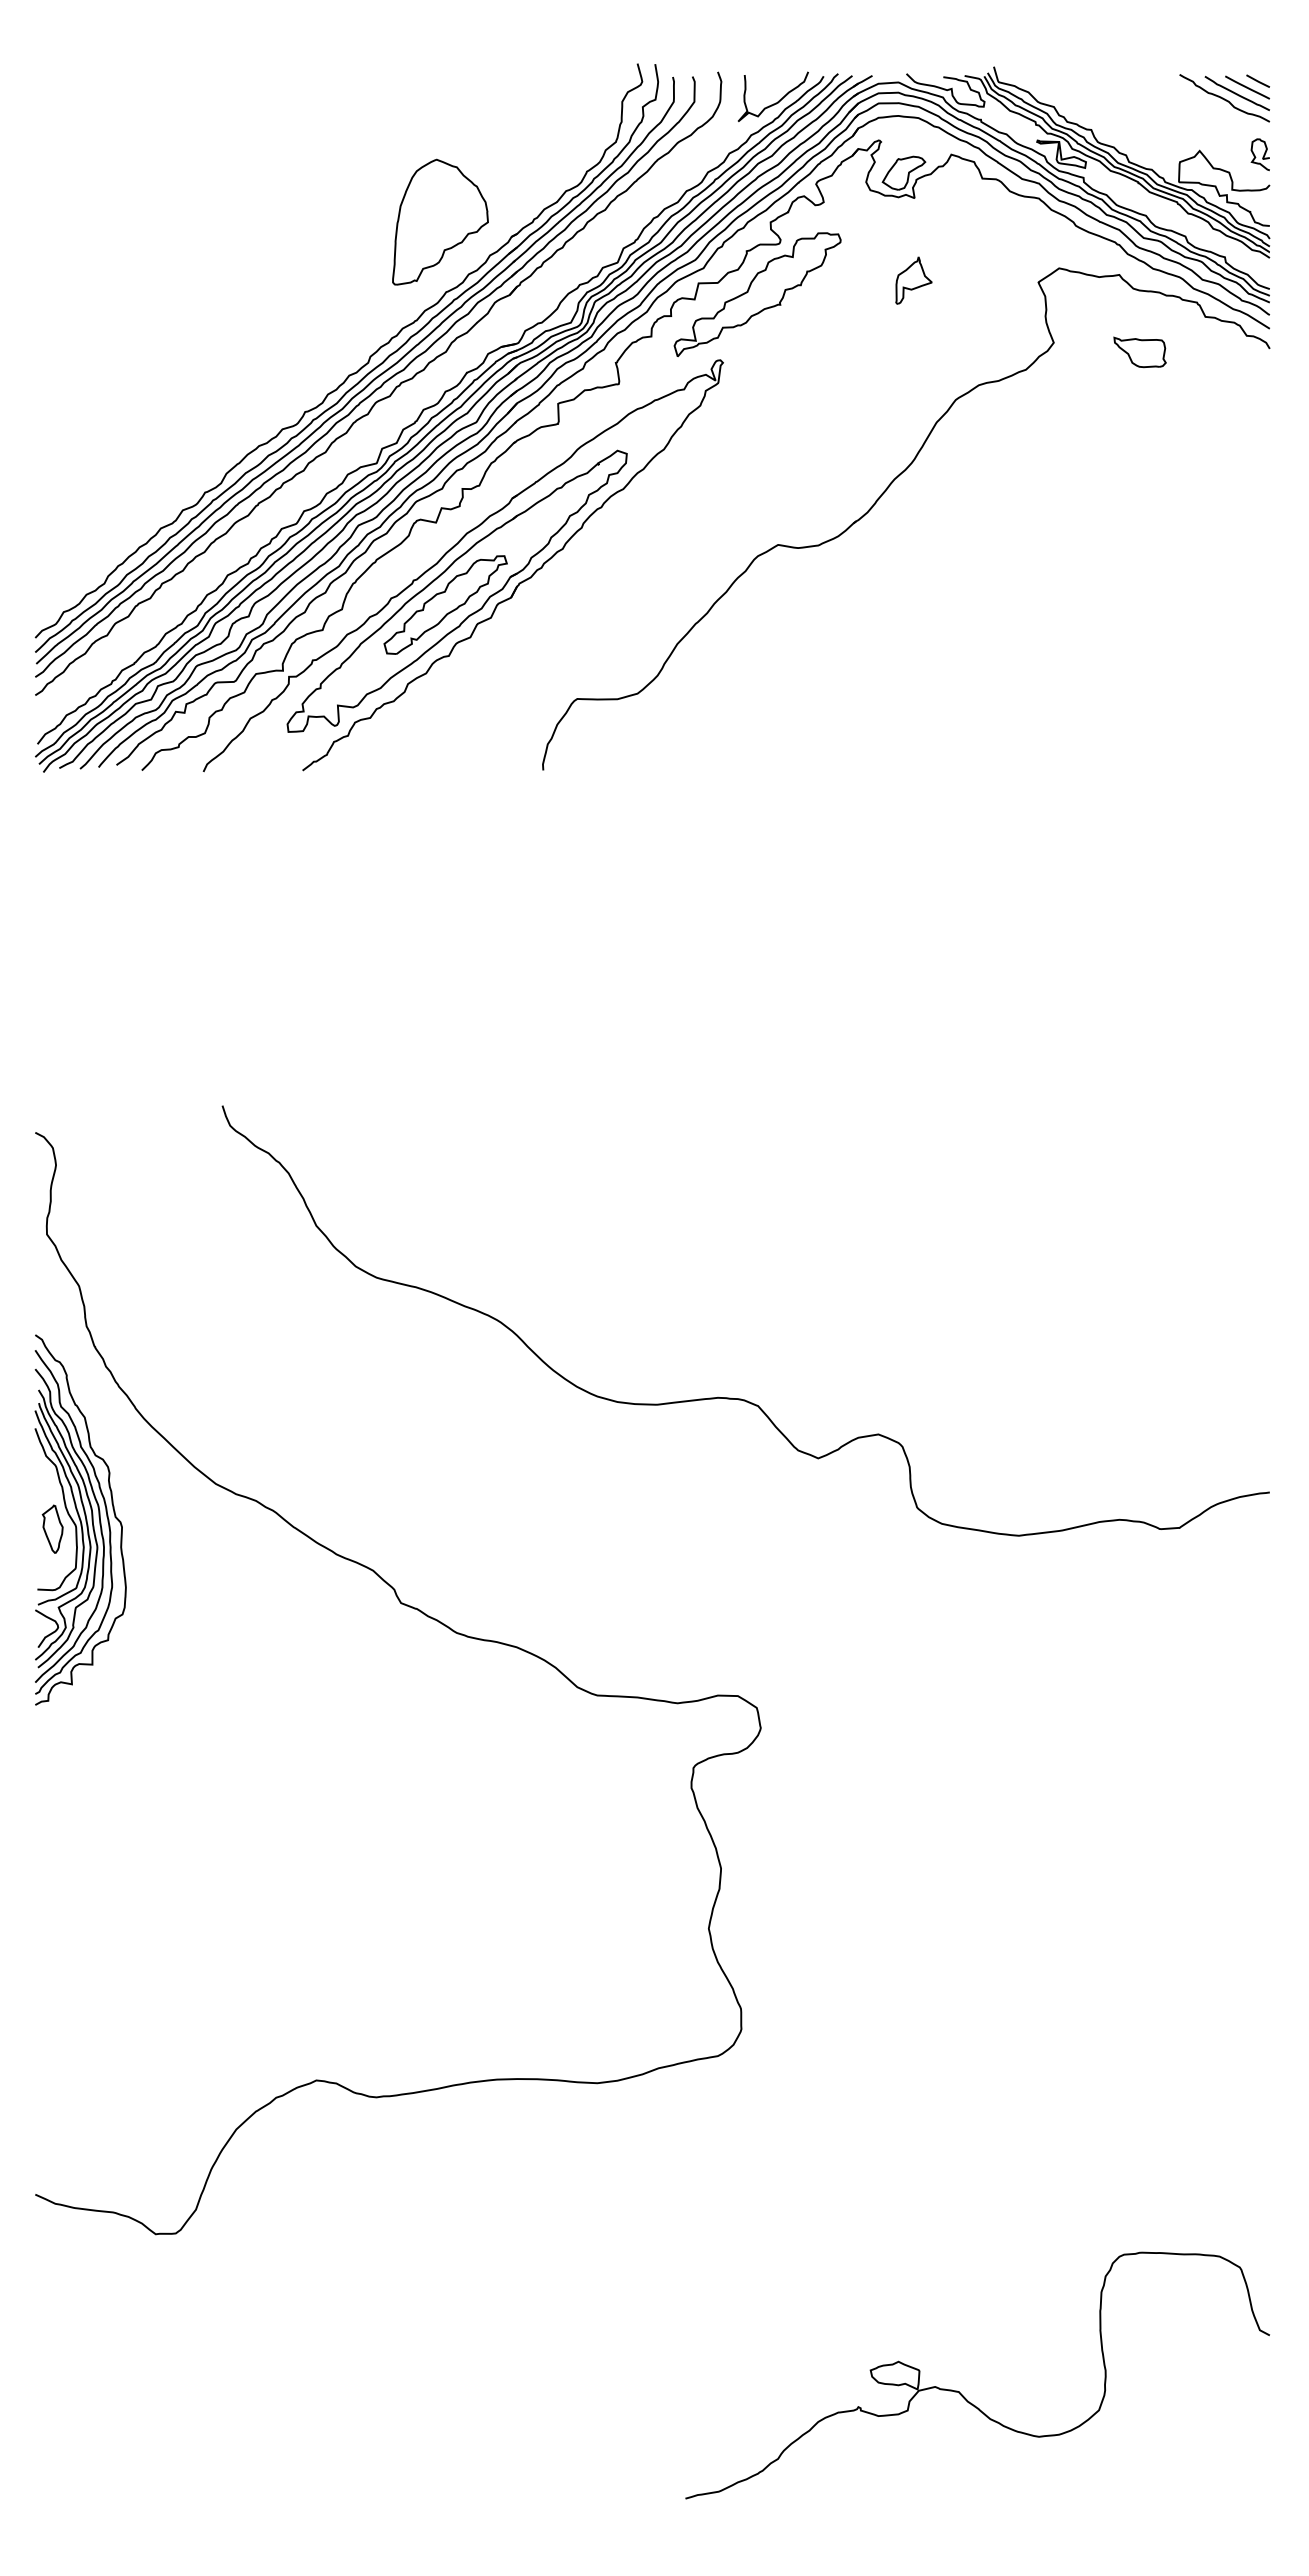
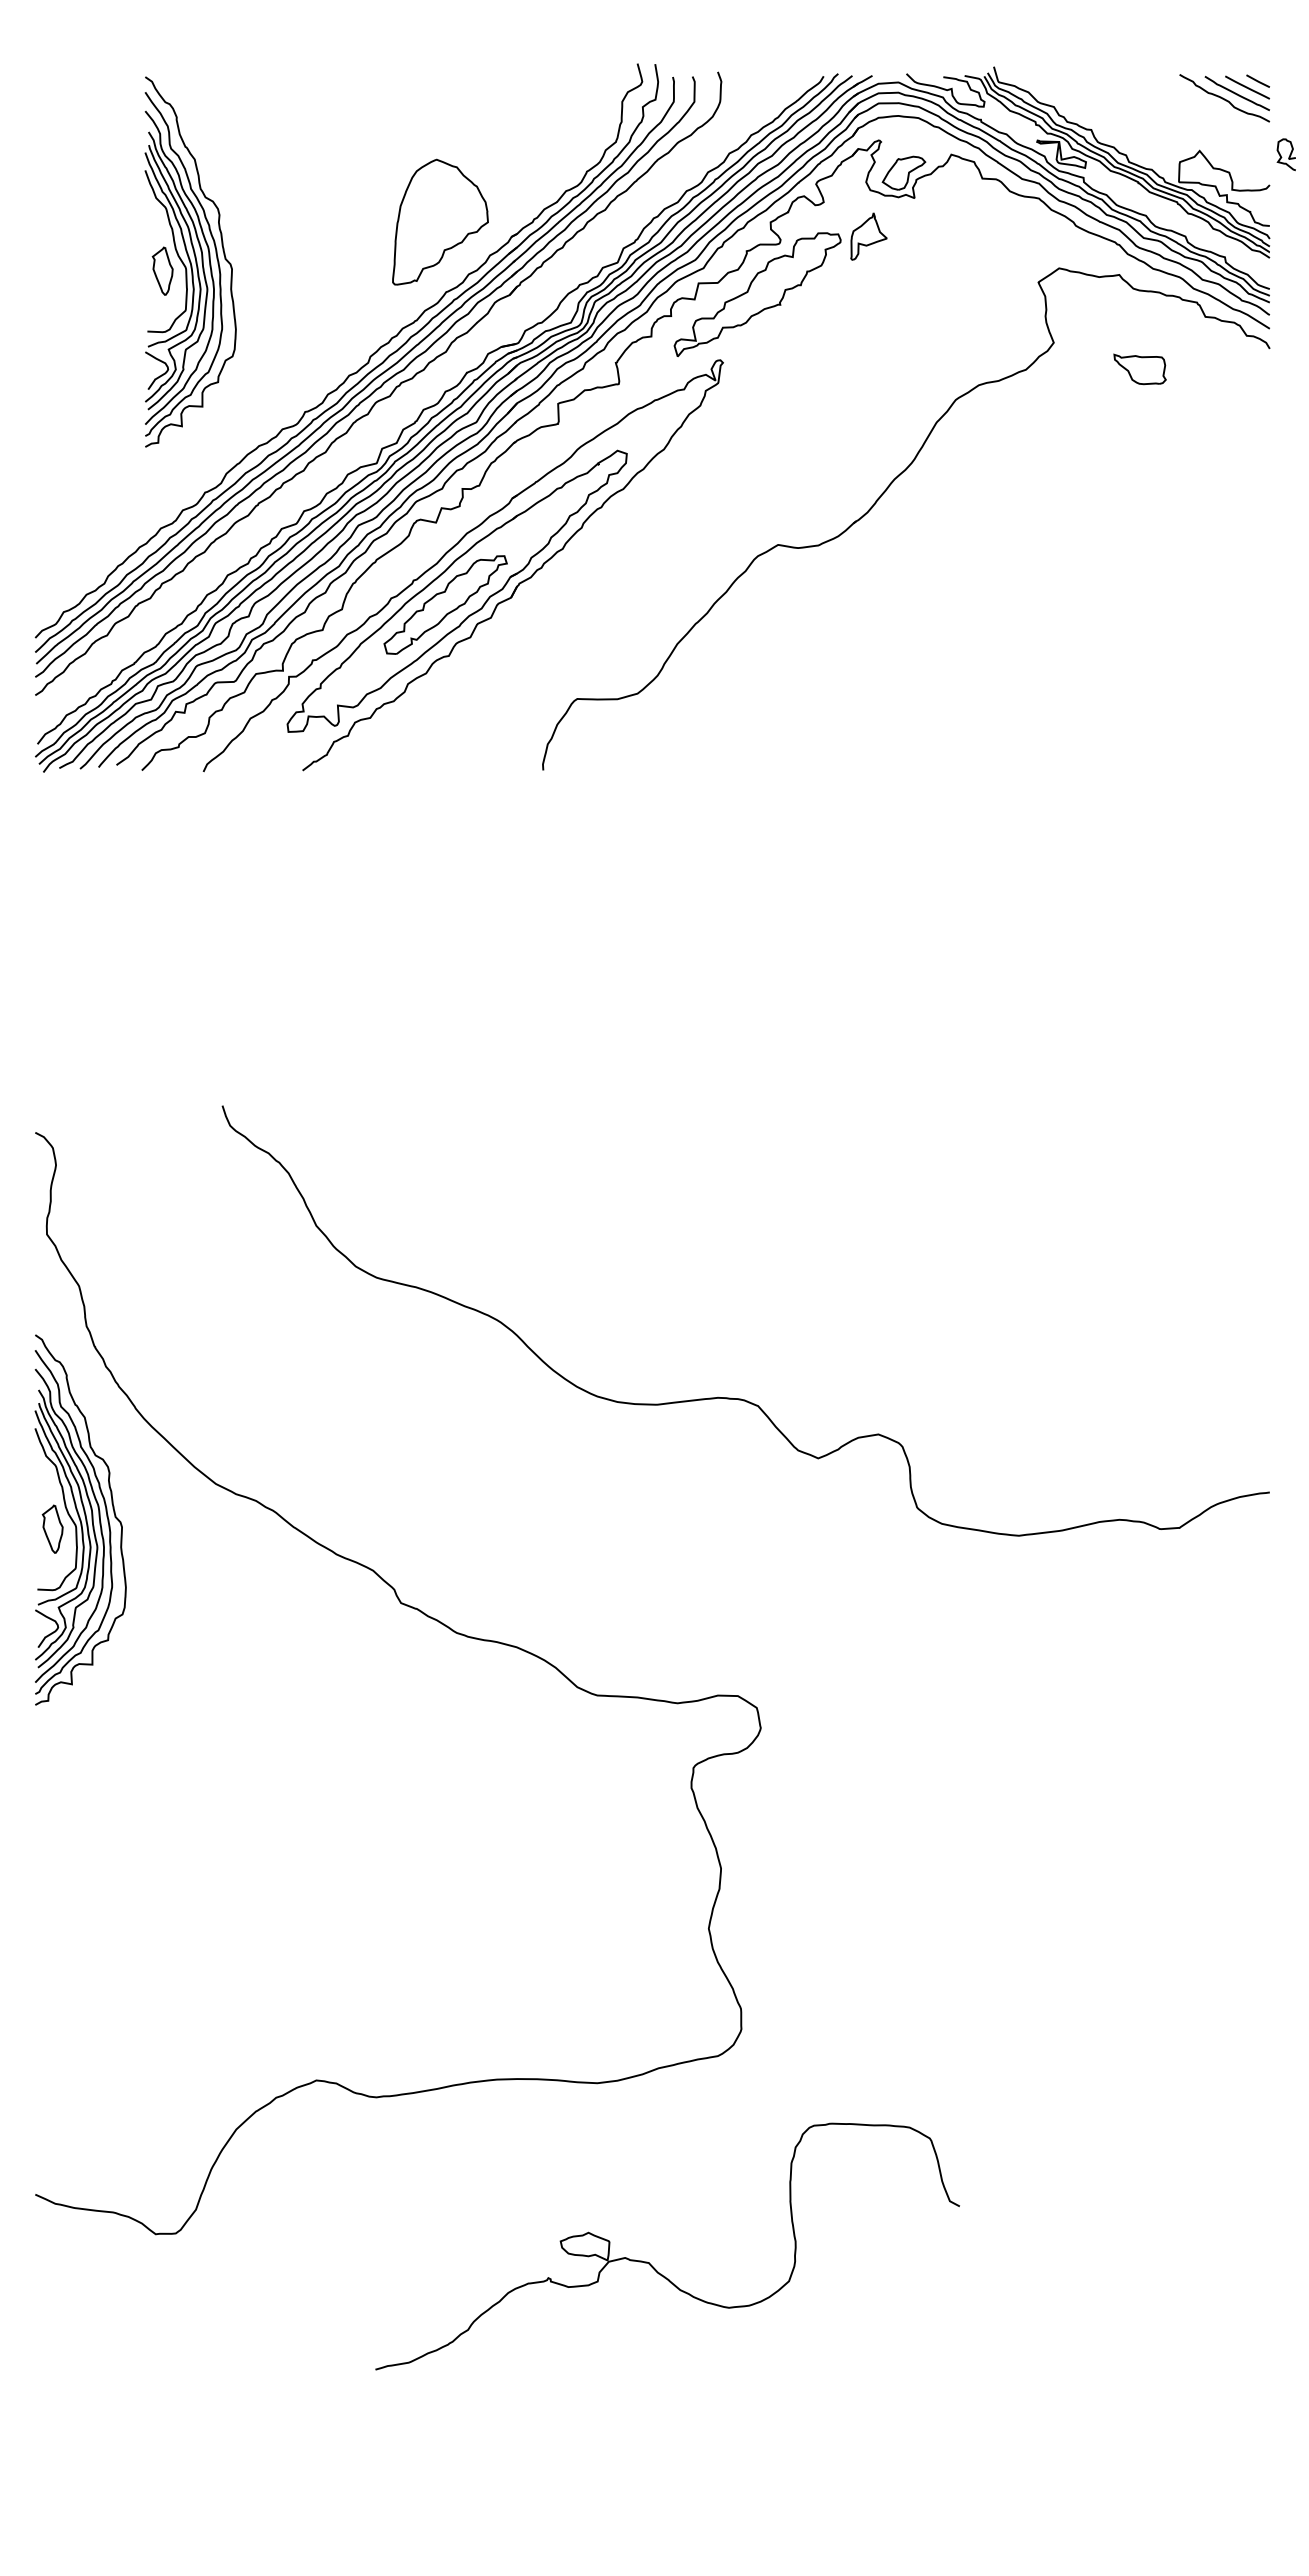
curve at (775, 102): present -> none
curve at (1263, 154) position: (1263, 154) -> (1289, 154)
part at (190, 261): none -> present
part at (913, 280) position: (913, 280) -> (868, 236)
part at (1139, 352) position: (1139, 352) -> (1139, 369)
part at (960, 2392) position: (960, 2392) -> (650, 2263)
